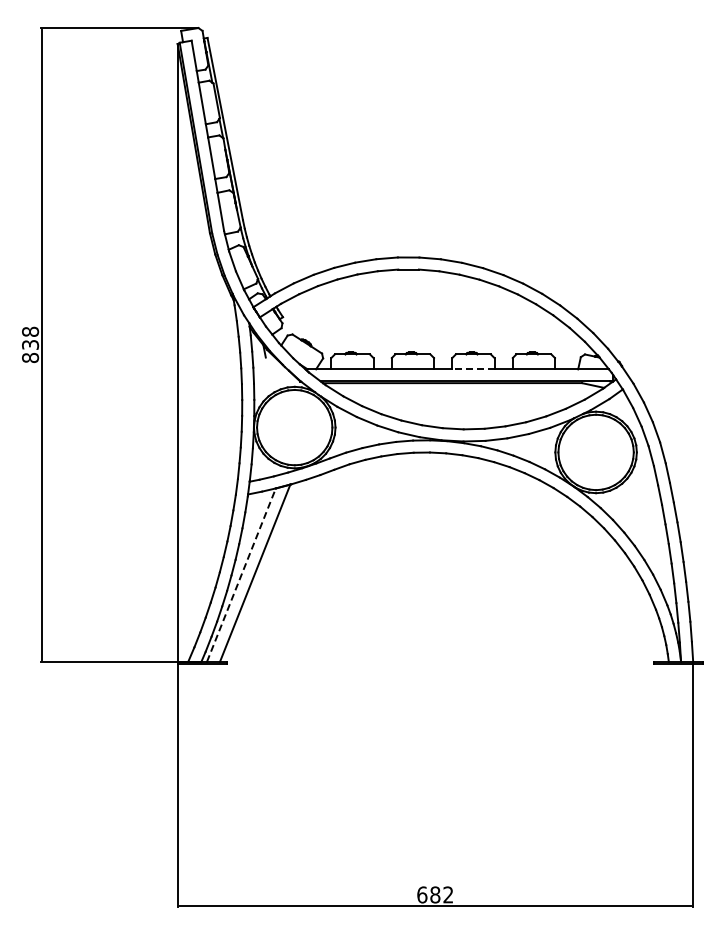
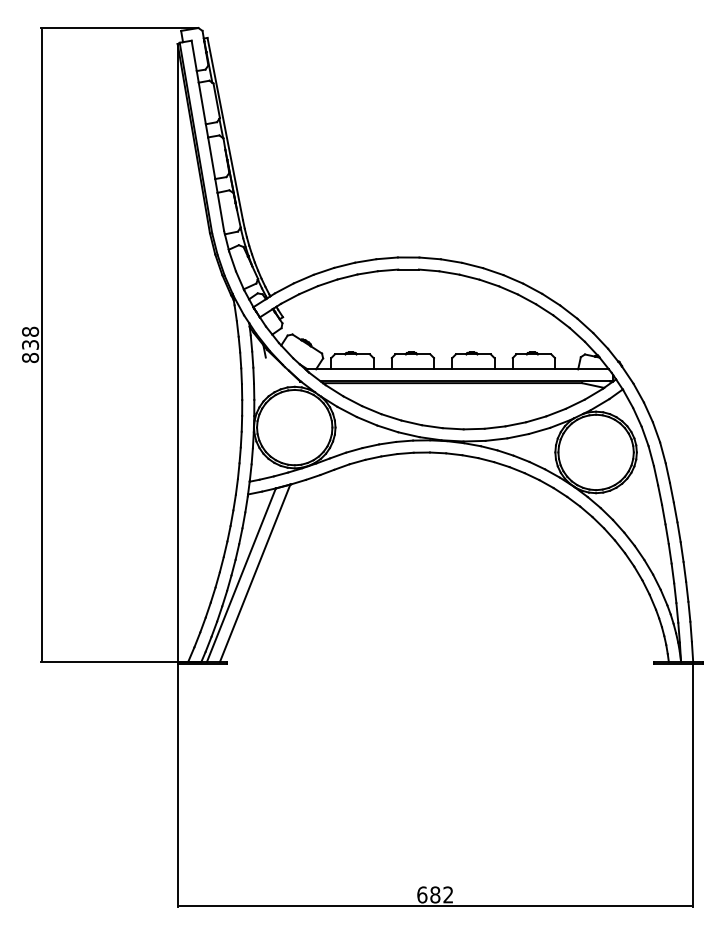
line at (472, 369): dashed -> solid
line at (241, 574): dashed -> solid
